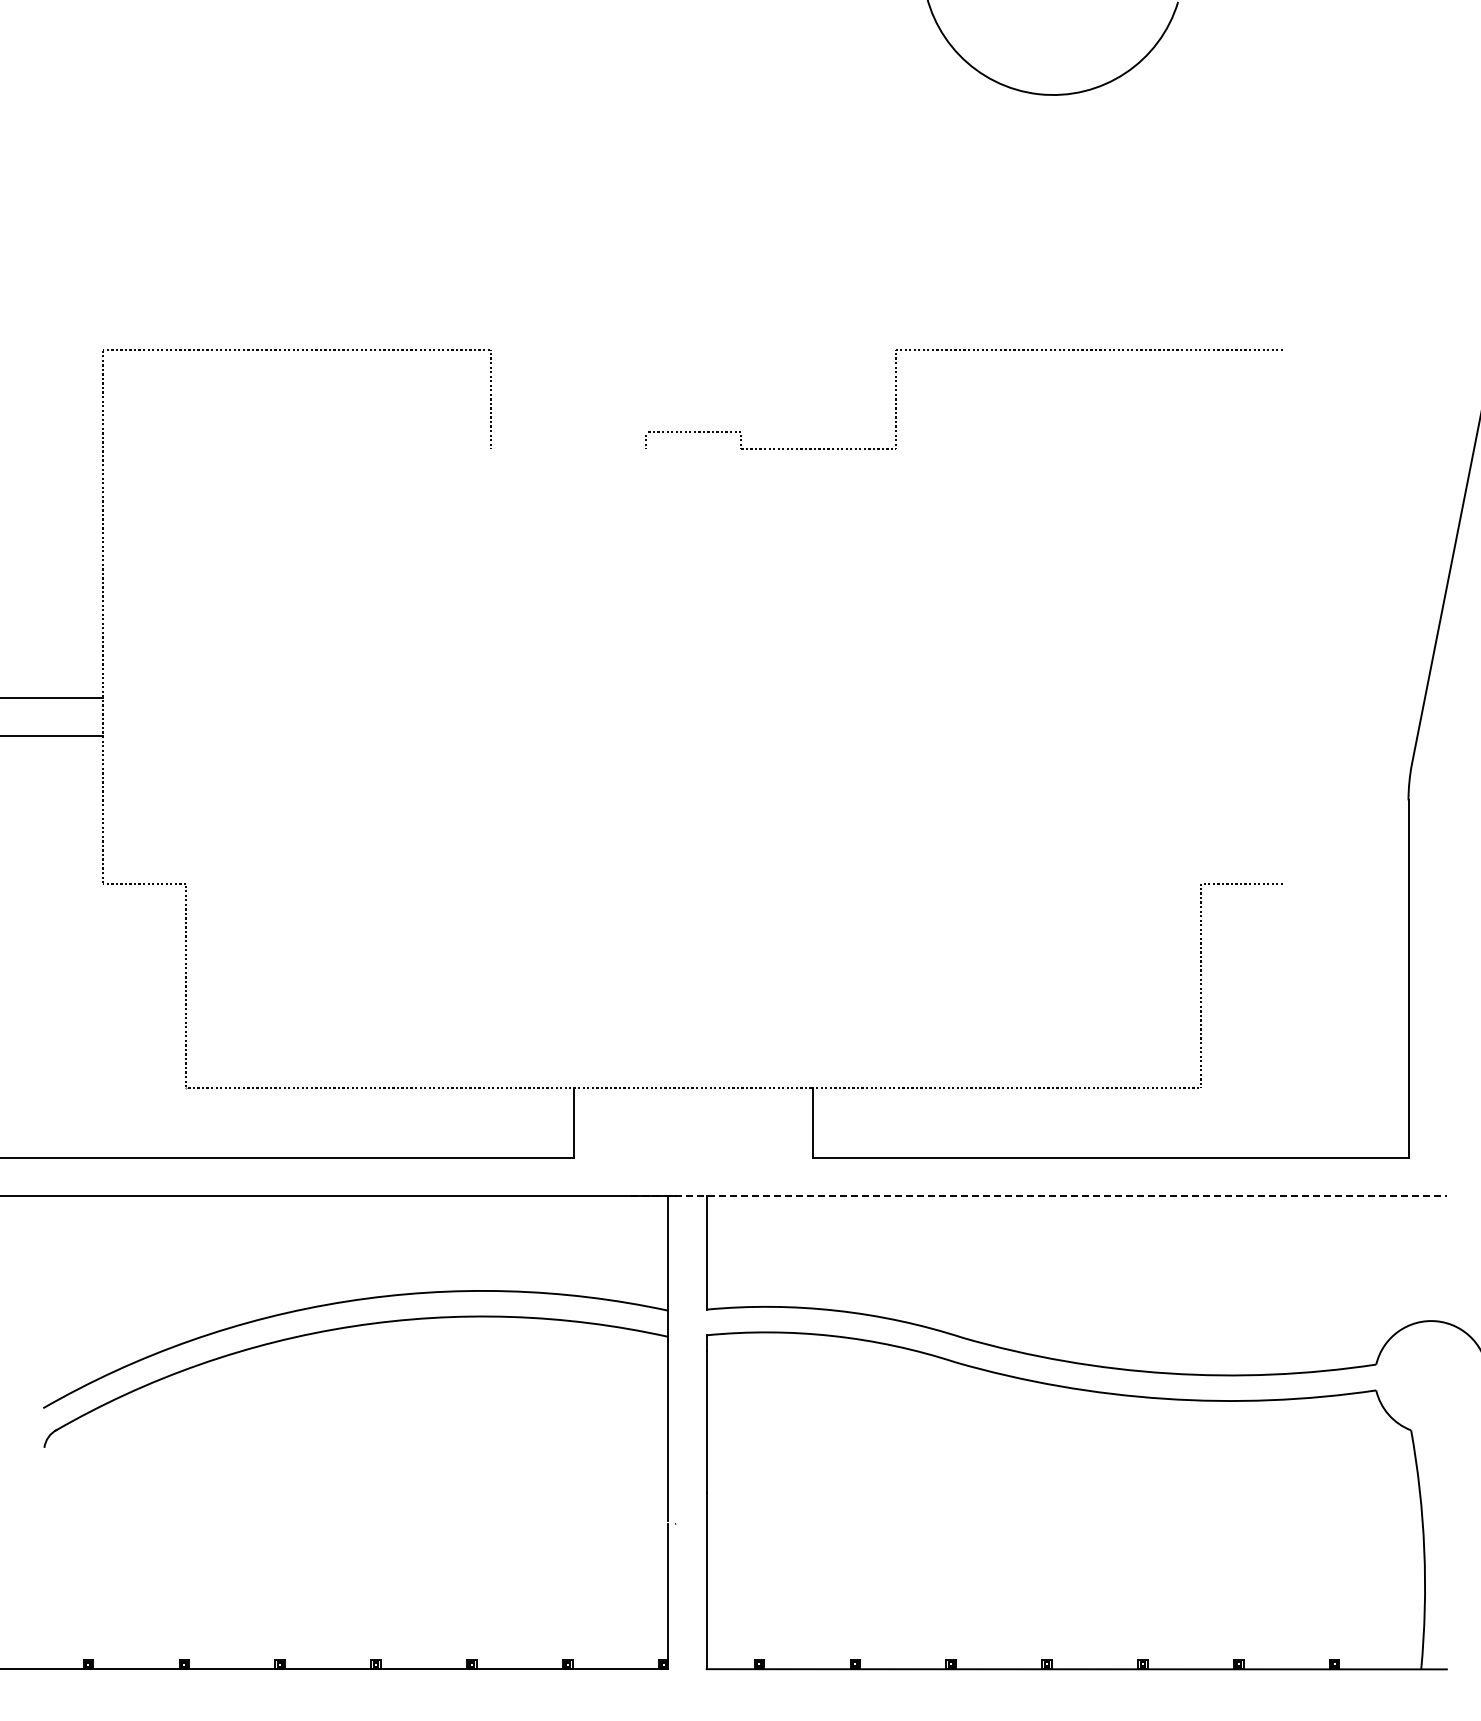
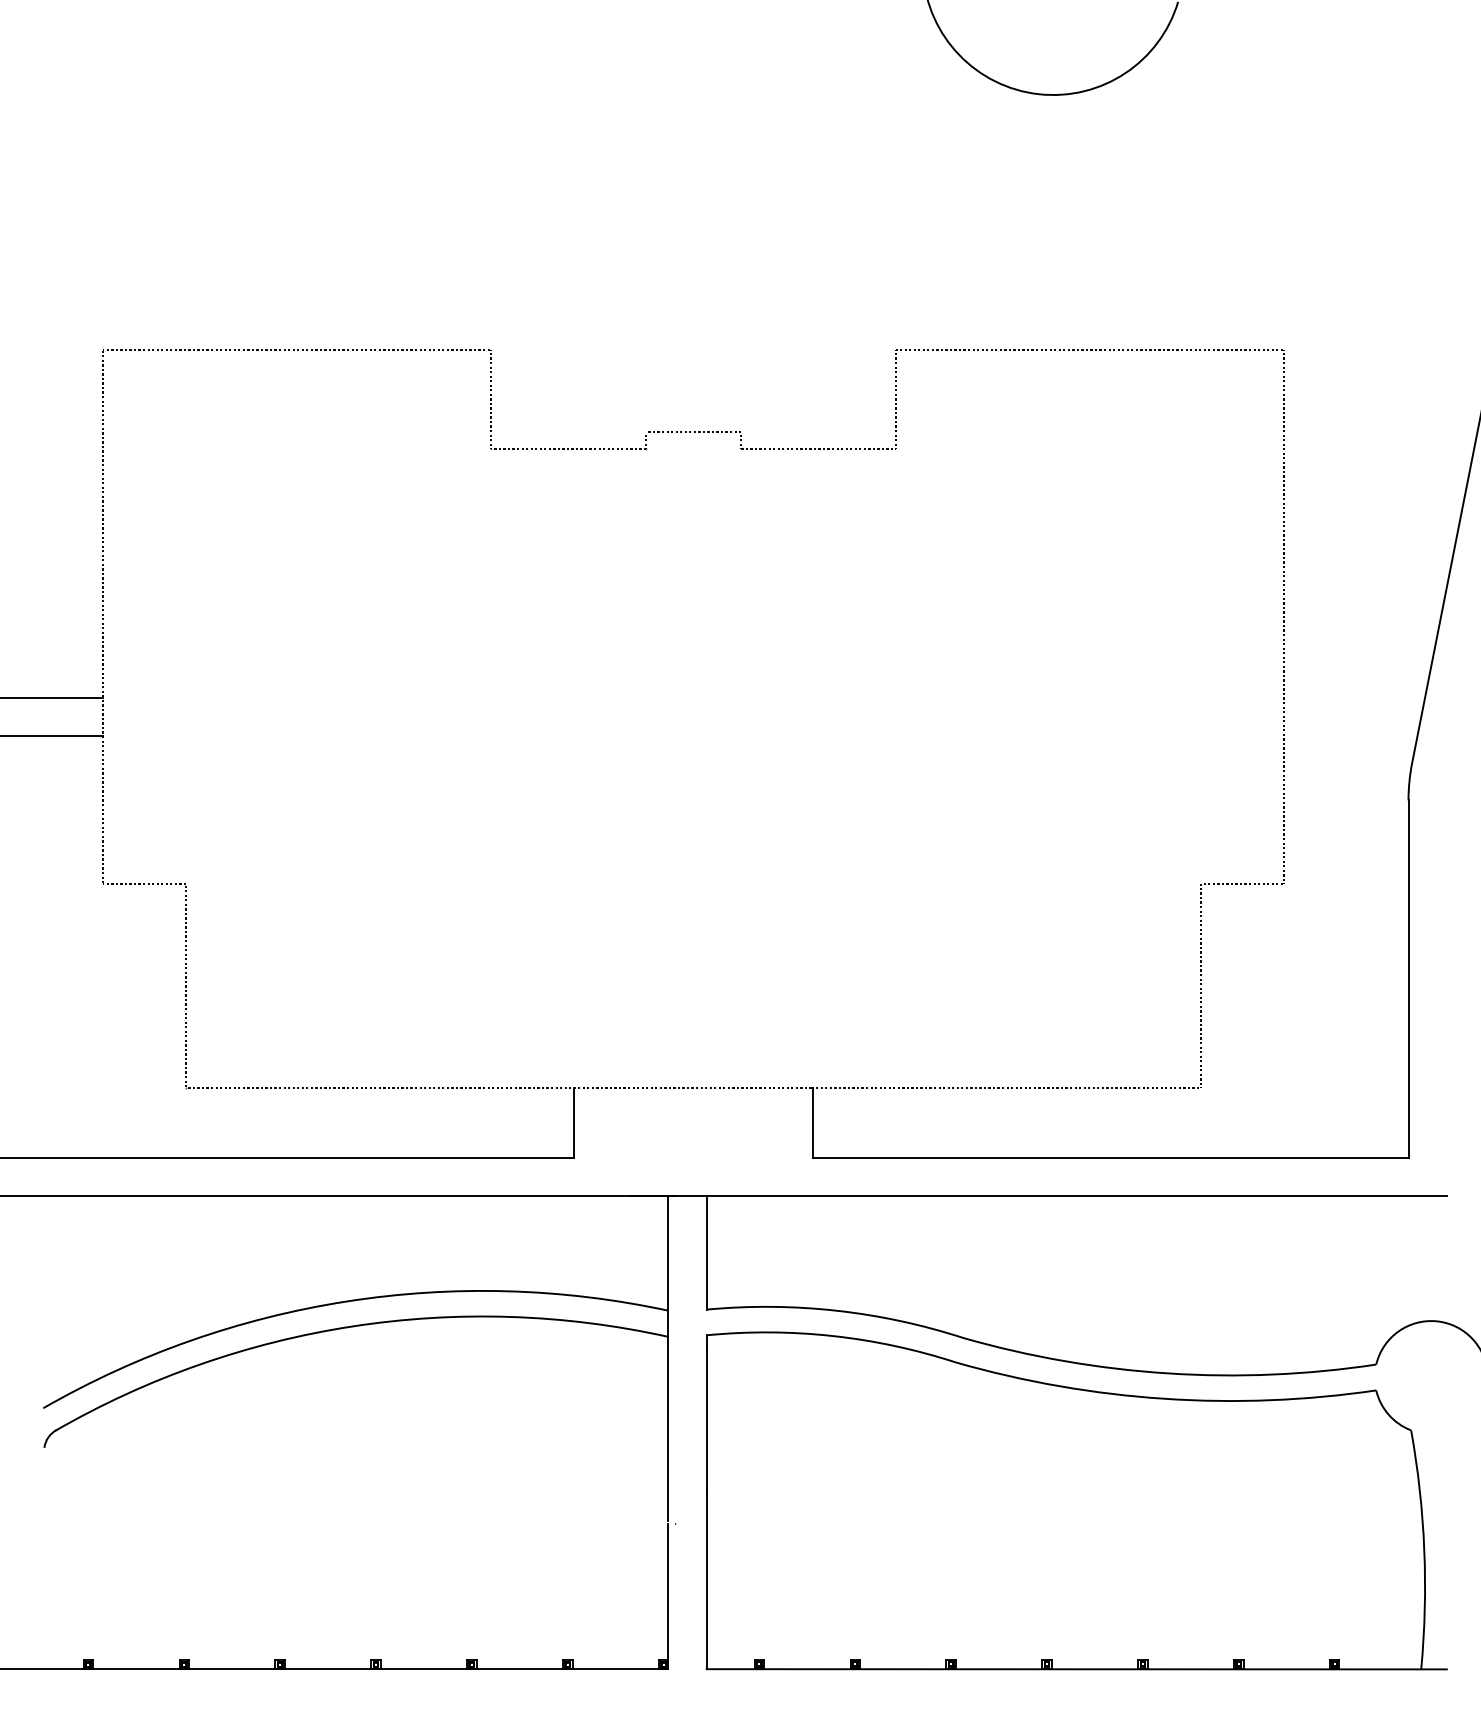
line at (568, 449): none -> present
line at (1283, 616): none -> present
line at (1039, 1196): dashed -> solid
